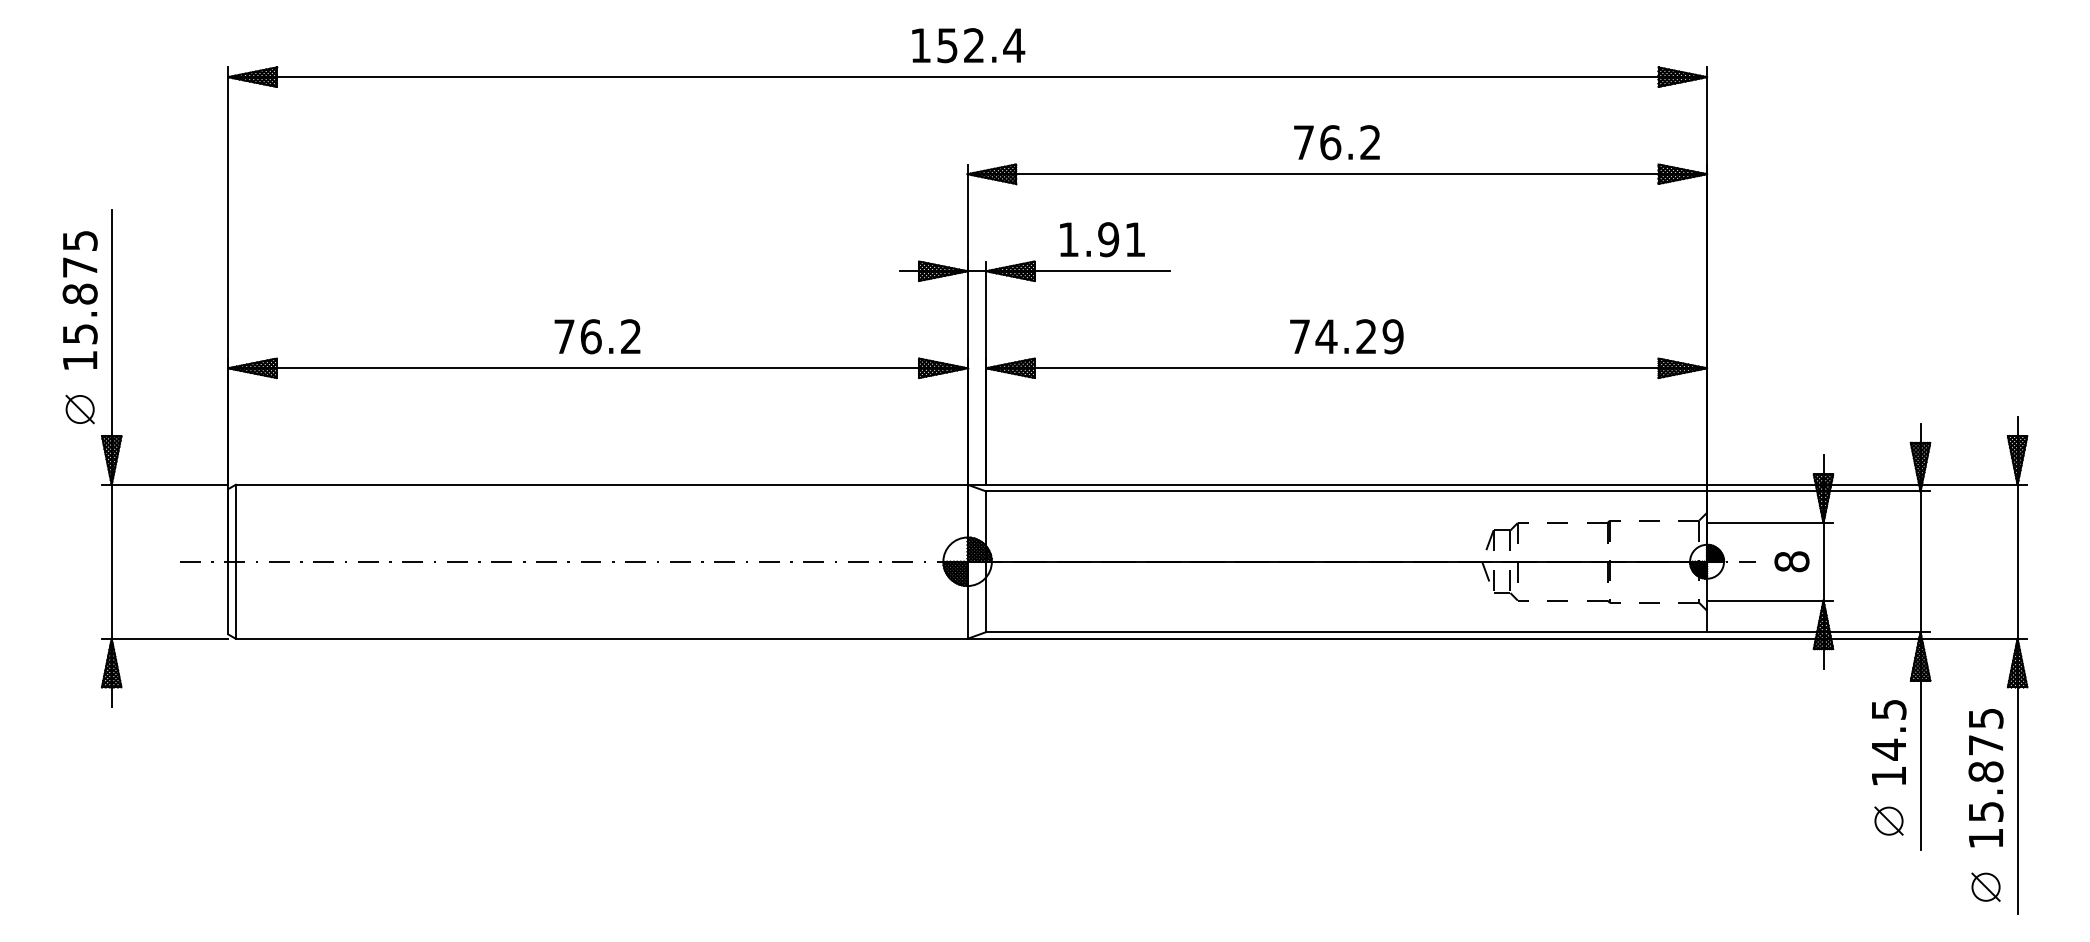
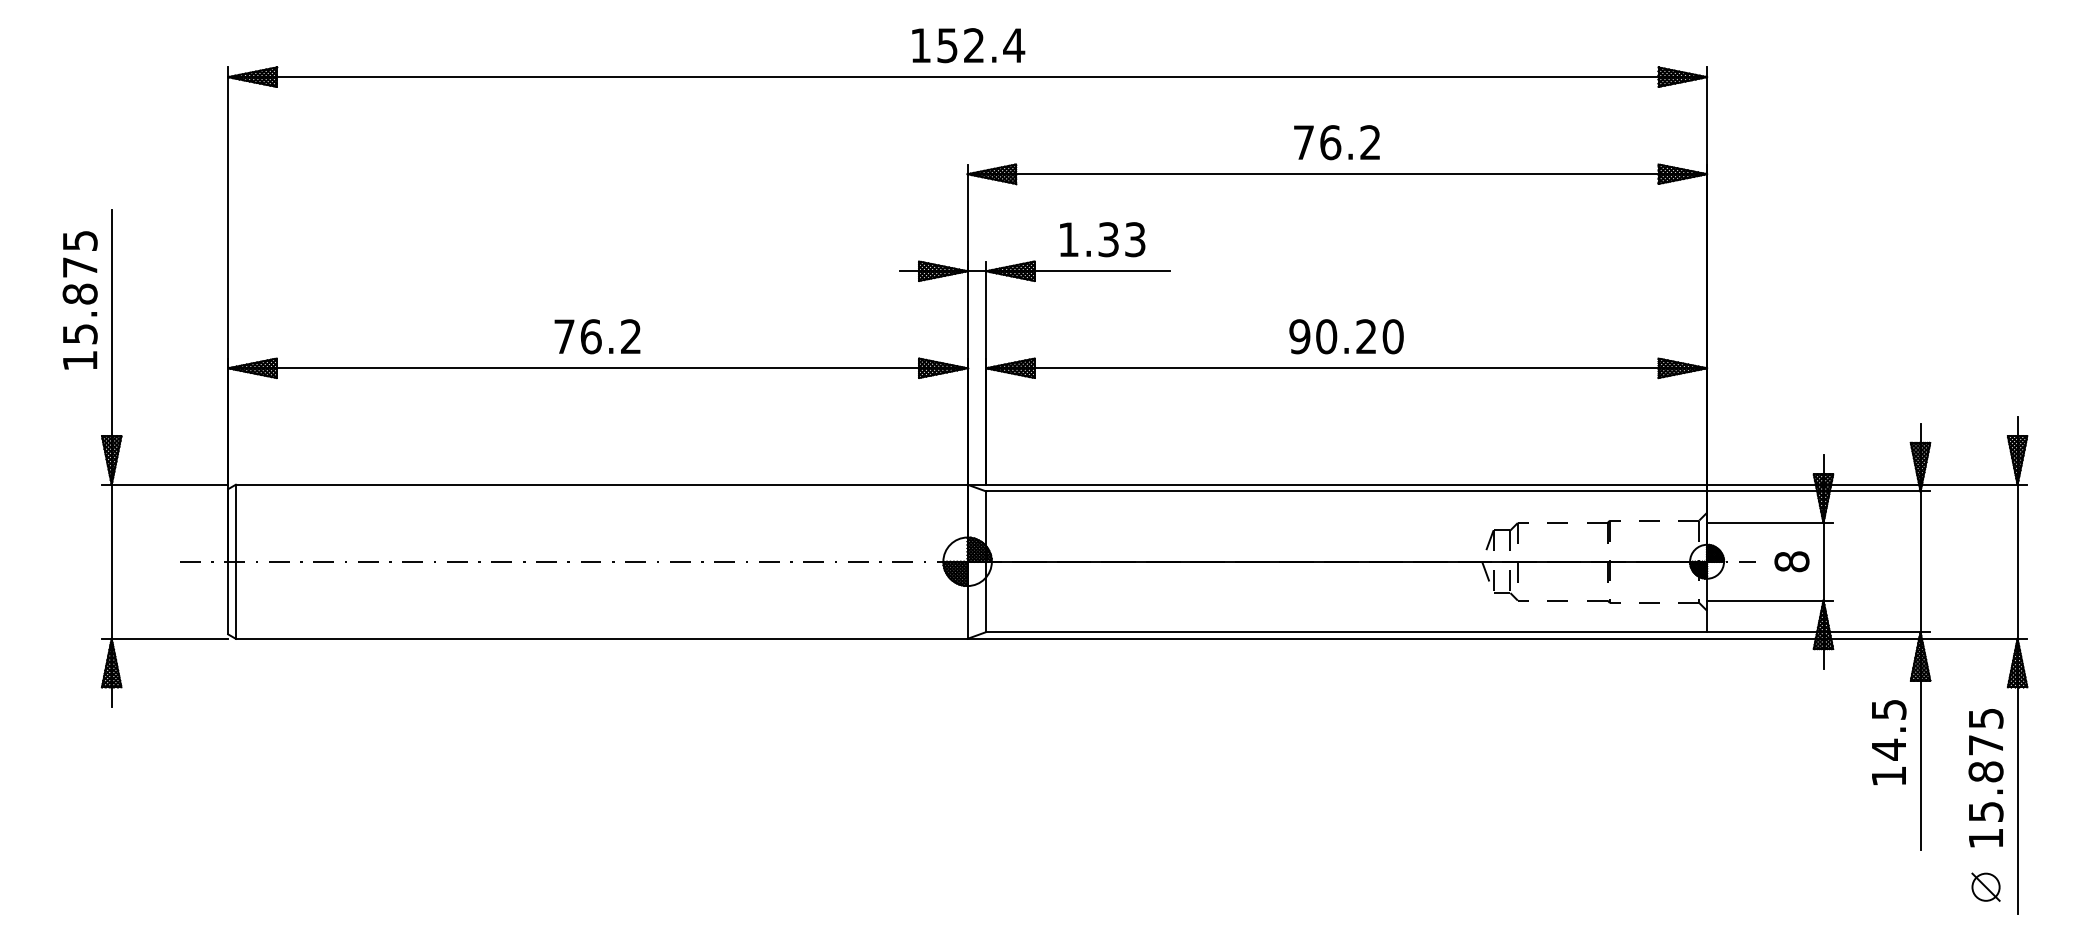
text at (1121, 239): 1.91 -> 1.33
text at (1346, 336): 74.29 -> 90.20
part at (79, 409): present -> none
part at (1888, 820): present -> none
